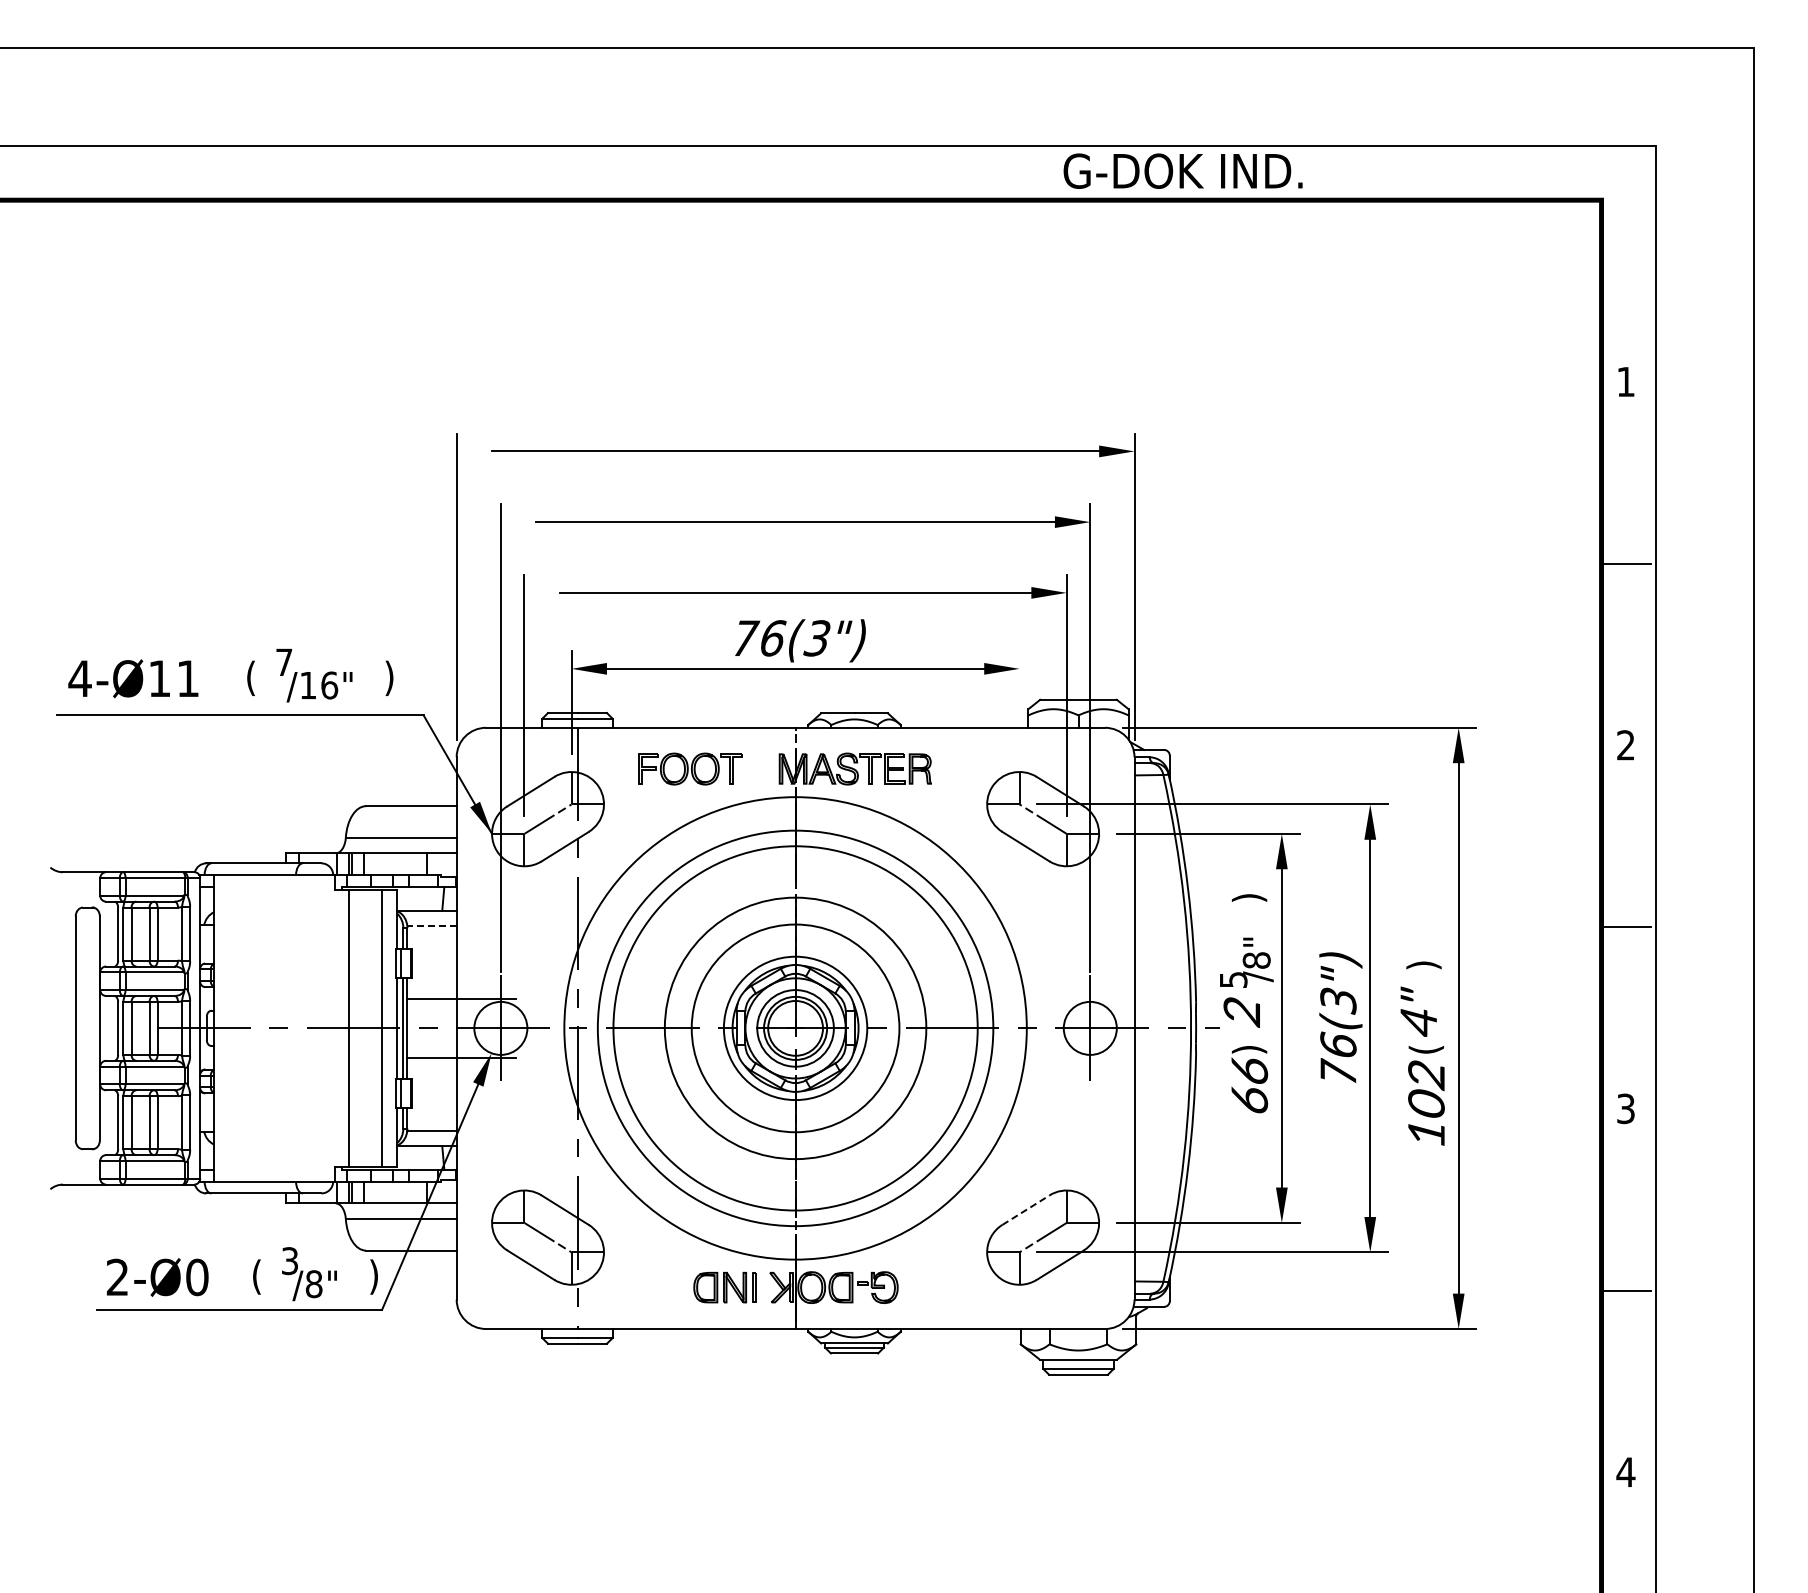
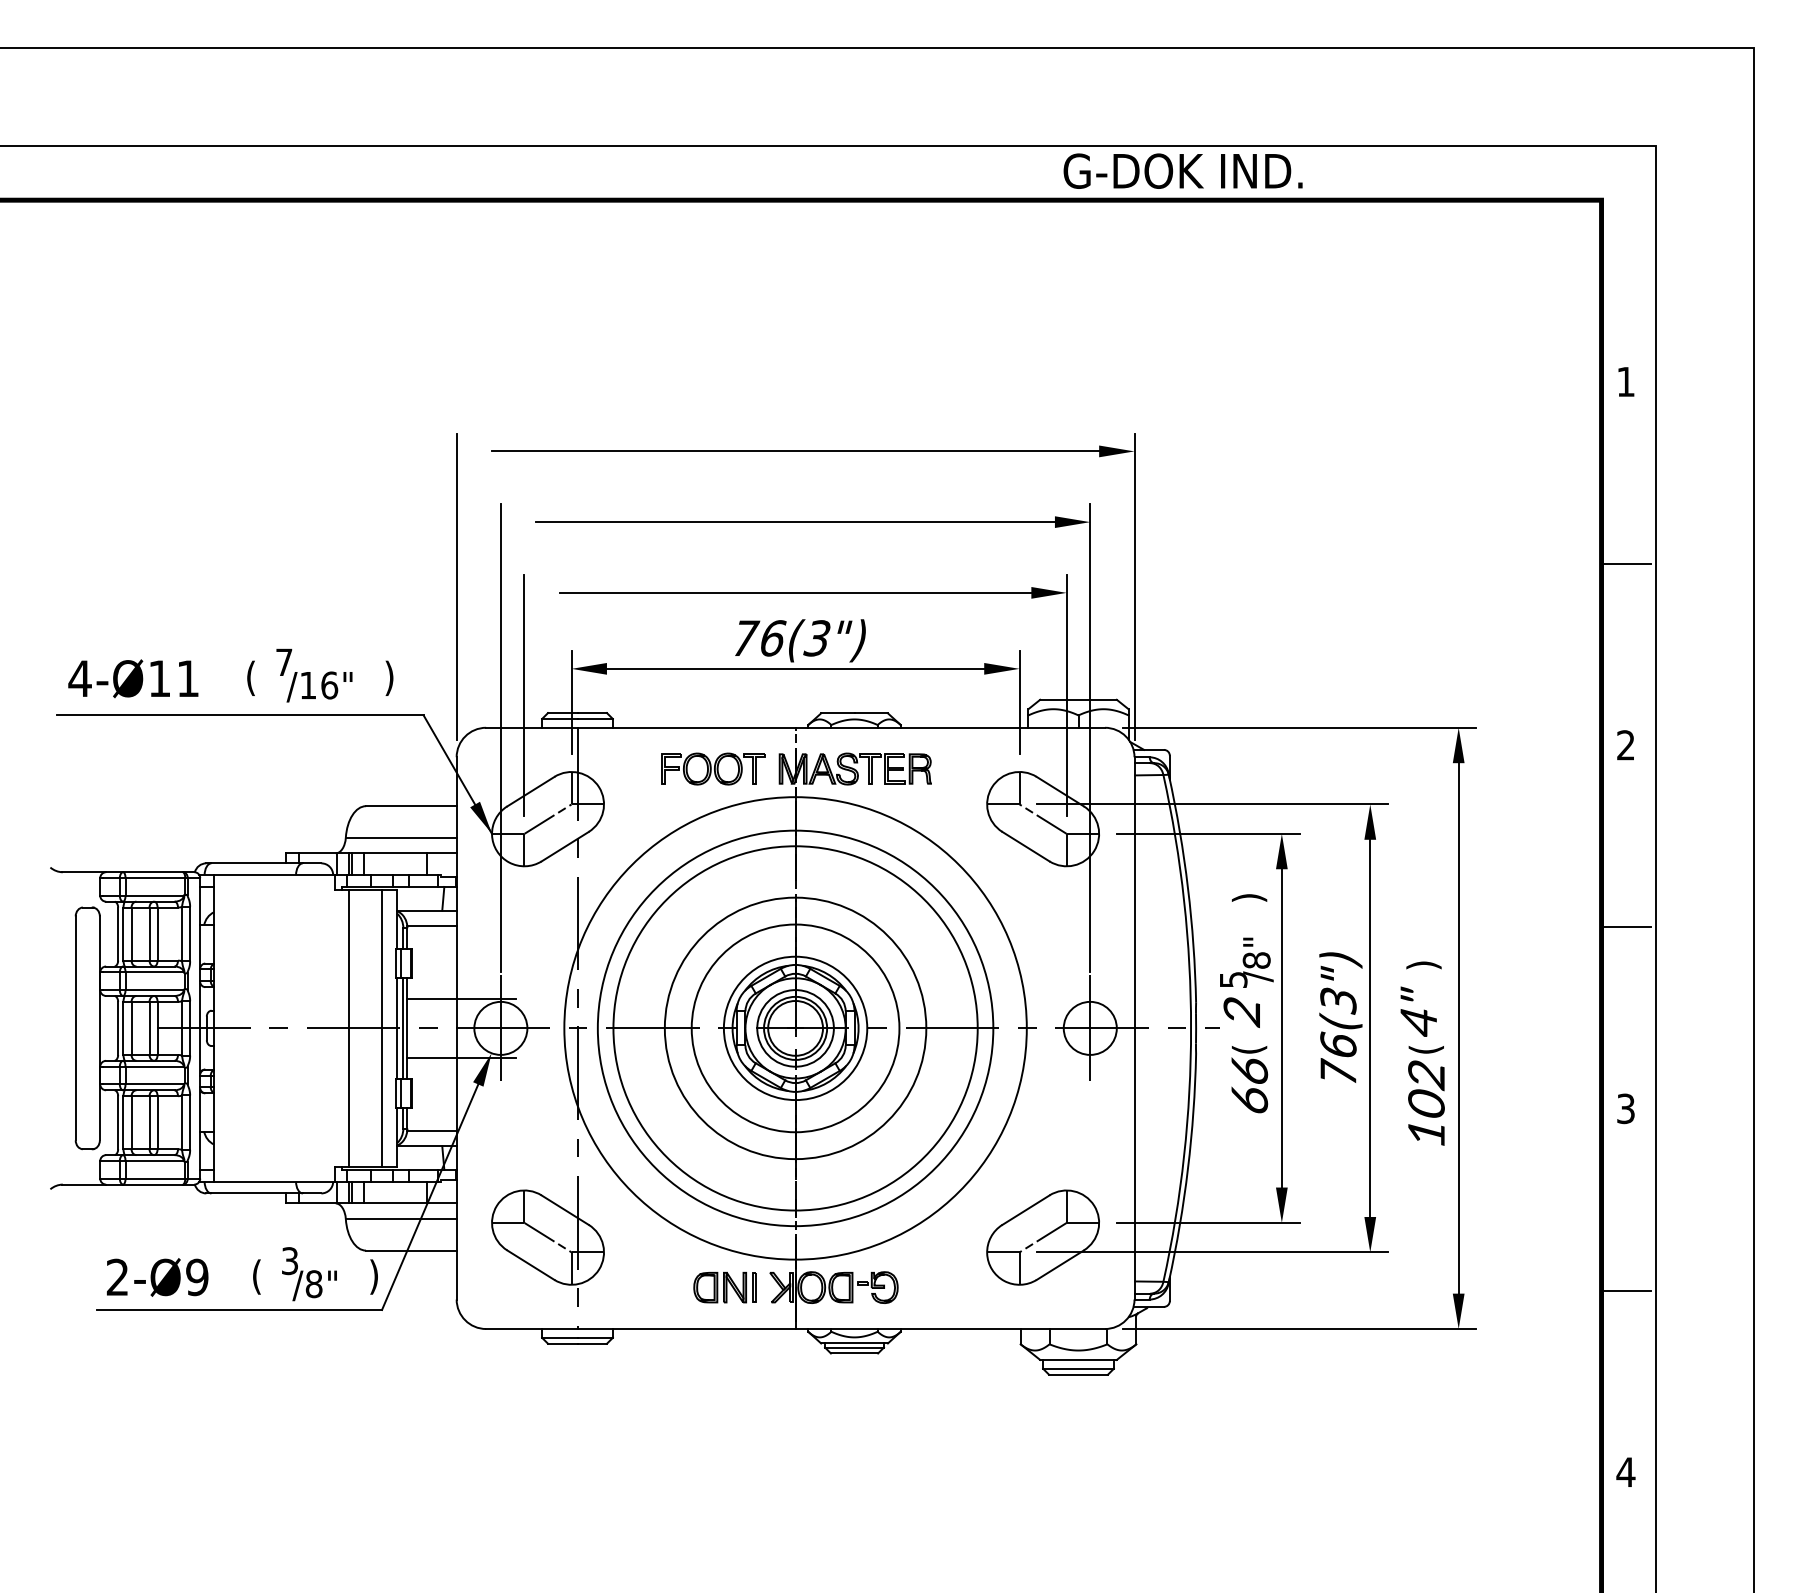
line at (1019, 702): none -> present
part at (690, 768) position: (690, 768) -> (713, 768)
line at (432, 925): dashed -> solid
text at (1249, 1049): ) -> (
line at (1025, 1210): dashed -> solid
text at (197, 1277): 2-Ø0 -> 2-Ø9
